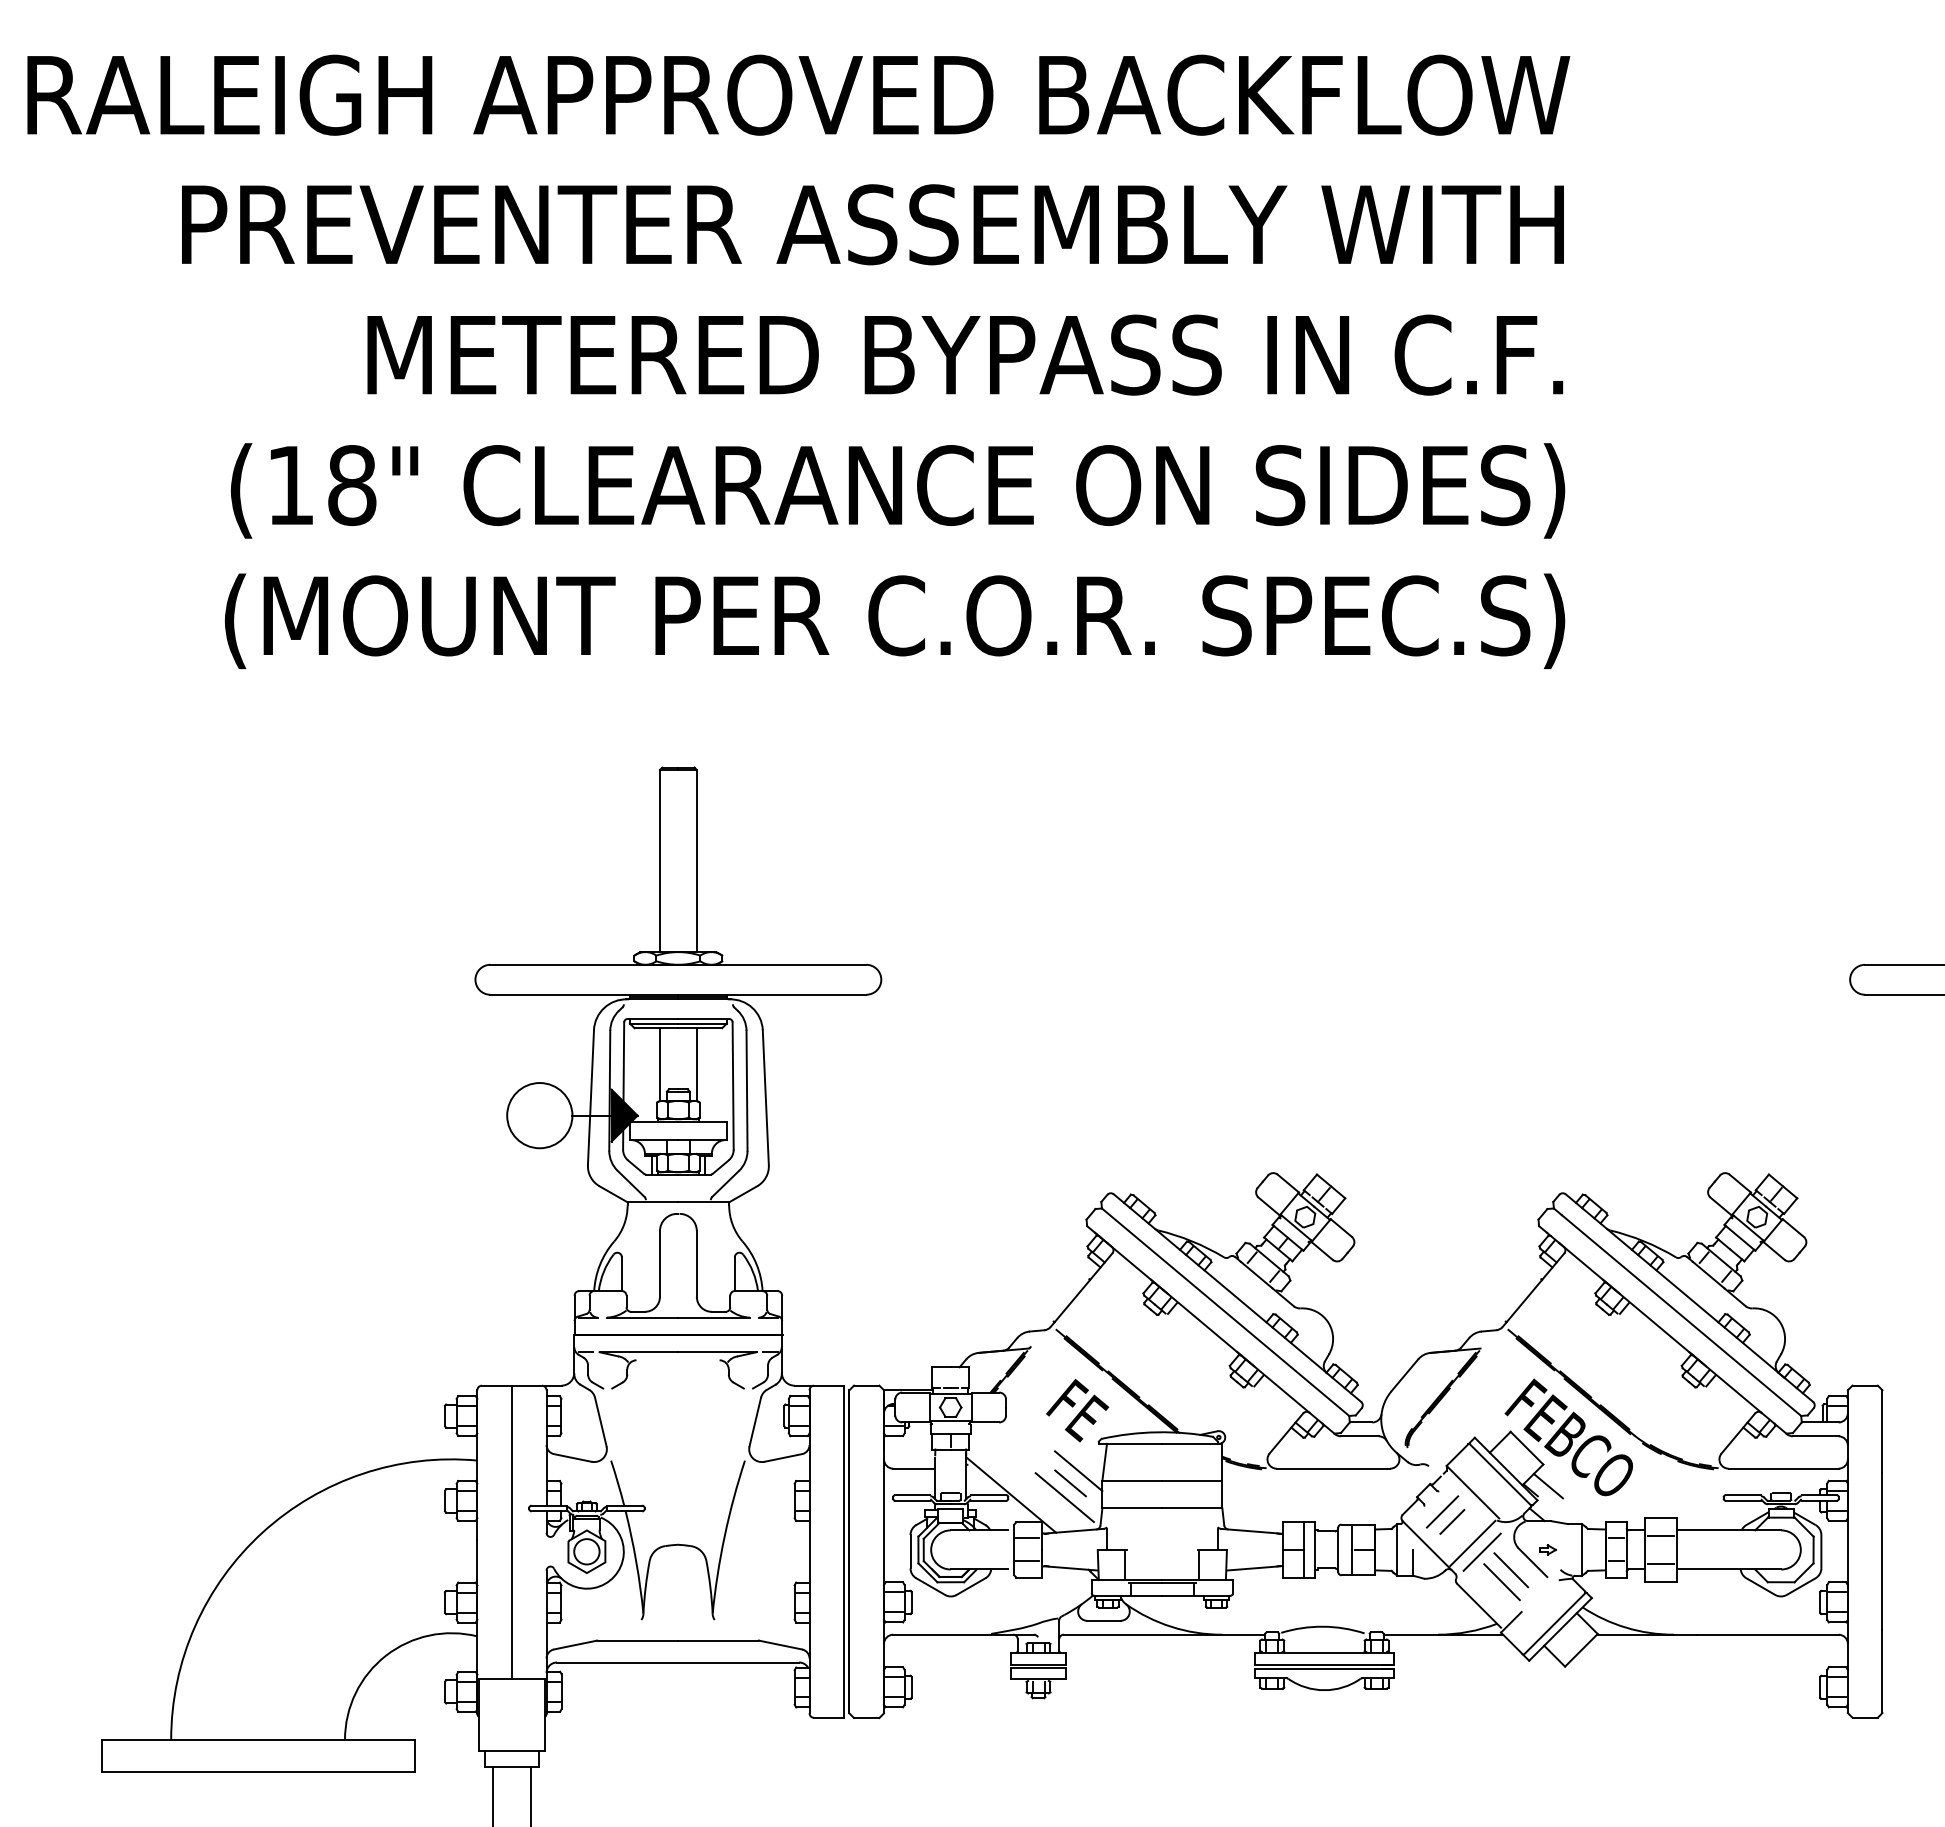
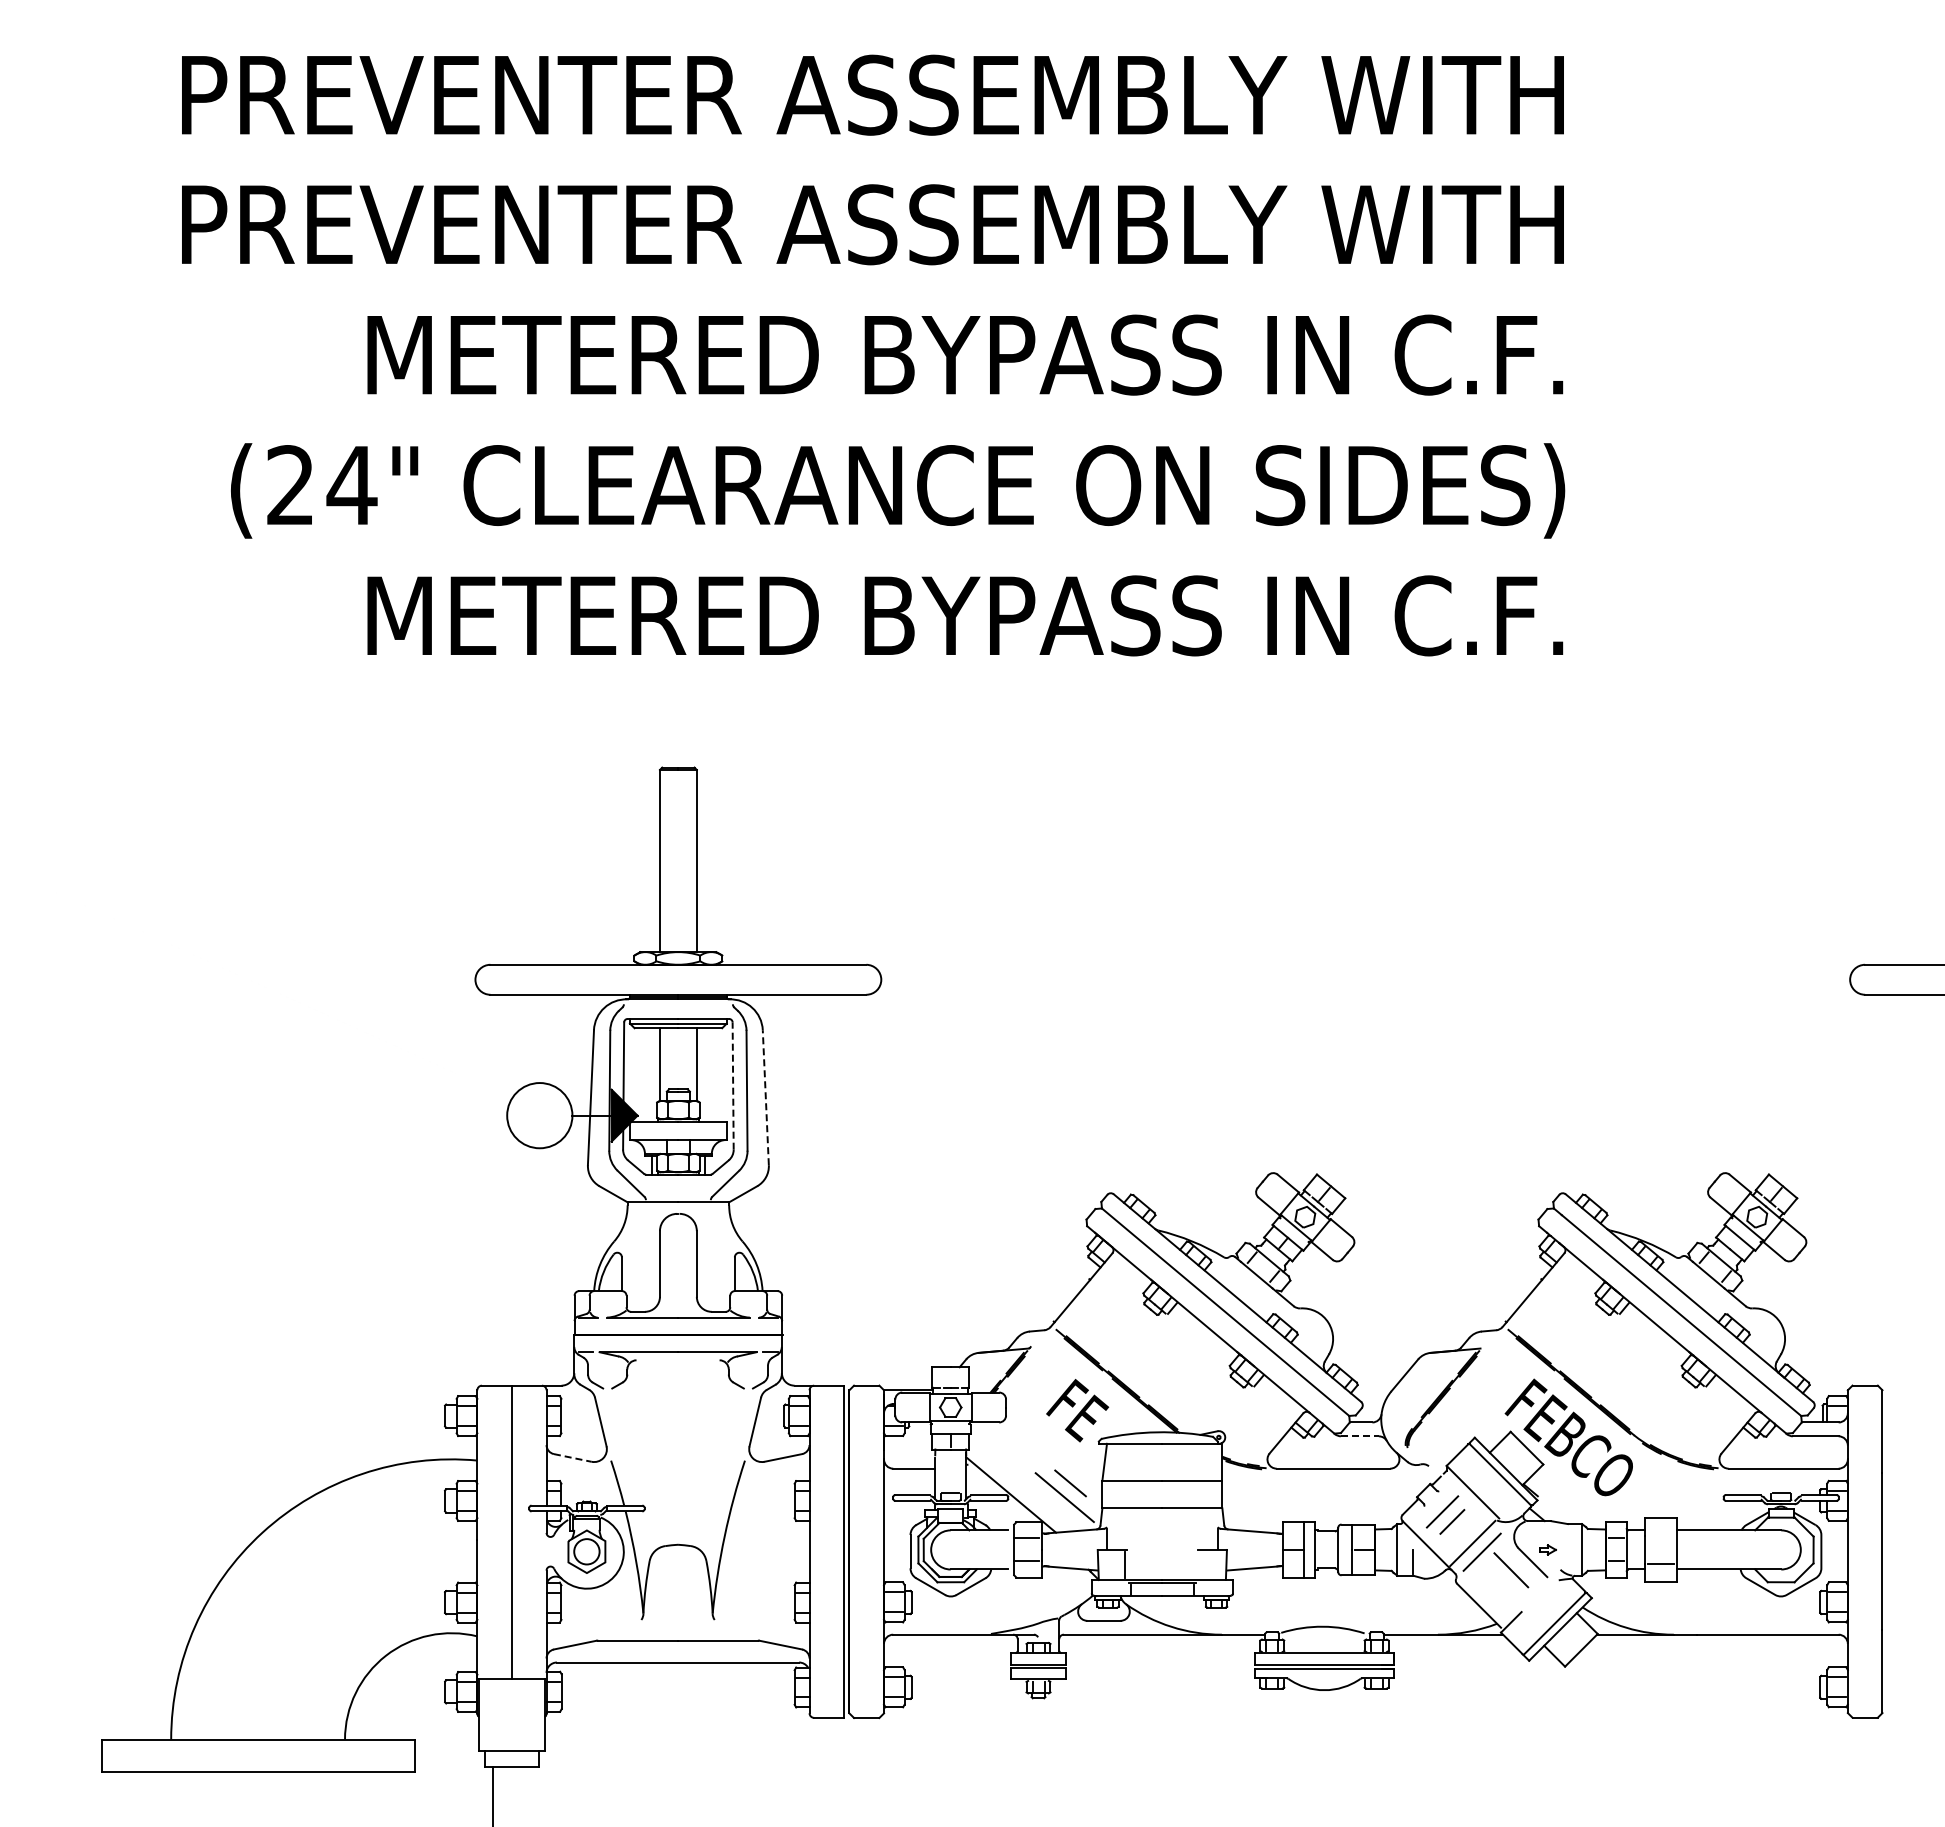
text at (798, 94): RALEIGH APPROVED BACKFLOW -> PREVENTER ASSEMBLY WITH
text at (322, 485): (18" -> (24"
text at (894, 621): (MOUNT PER C.O.R. SPEC.S) -> METERED BYPASS IN C.F.
line at (733, 1086): solid -> dashed
line at (765, 1097): solid -> dashed
line at (1359, 1436): solid -> dashed
line at (573, 1458): solid -> dashed
line at (1078, 1471): present -> none
line at (1548, 1485): present -> none
line at (1661, 1536): present -> none
line at (1199, 1564): present -> none
line at (1501, 1582): present -> none
line at (531, 1794): present -> none
